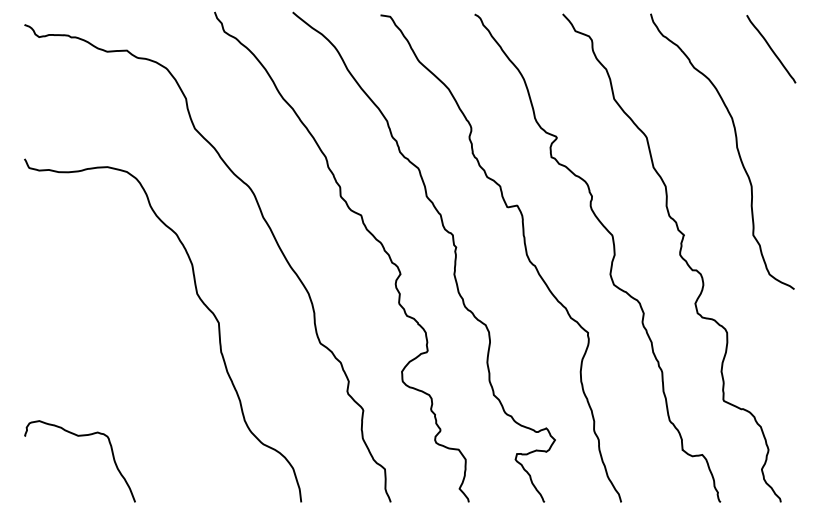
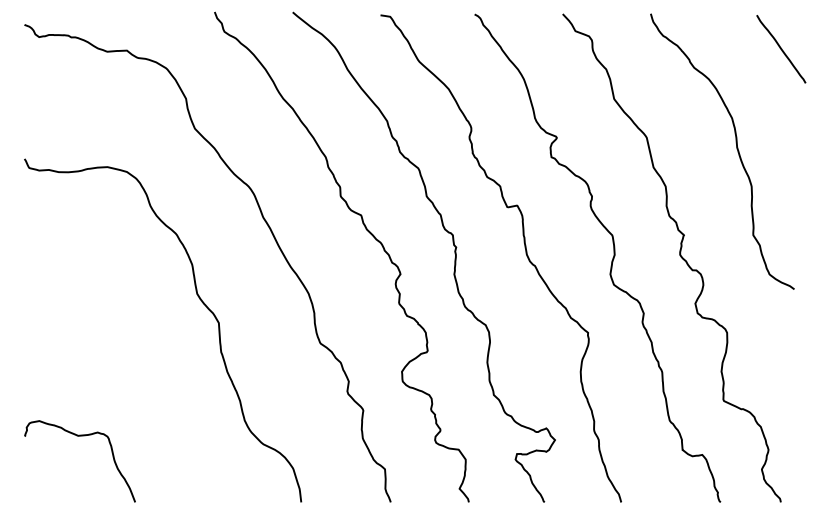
curve at (771, 49) position: (771, 49) -> (781, 49)
